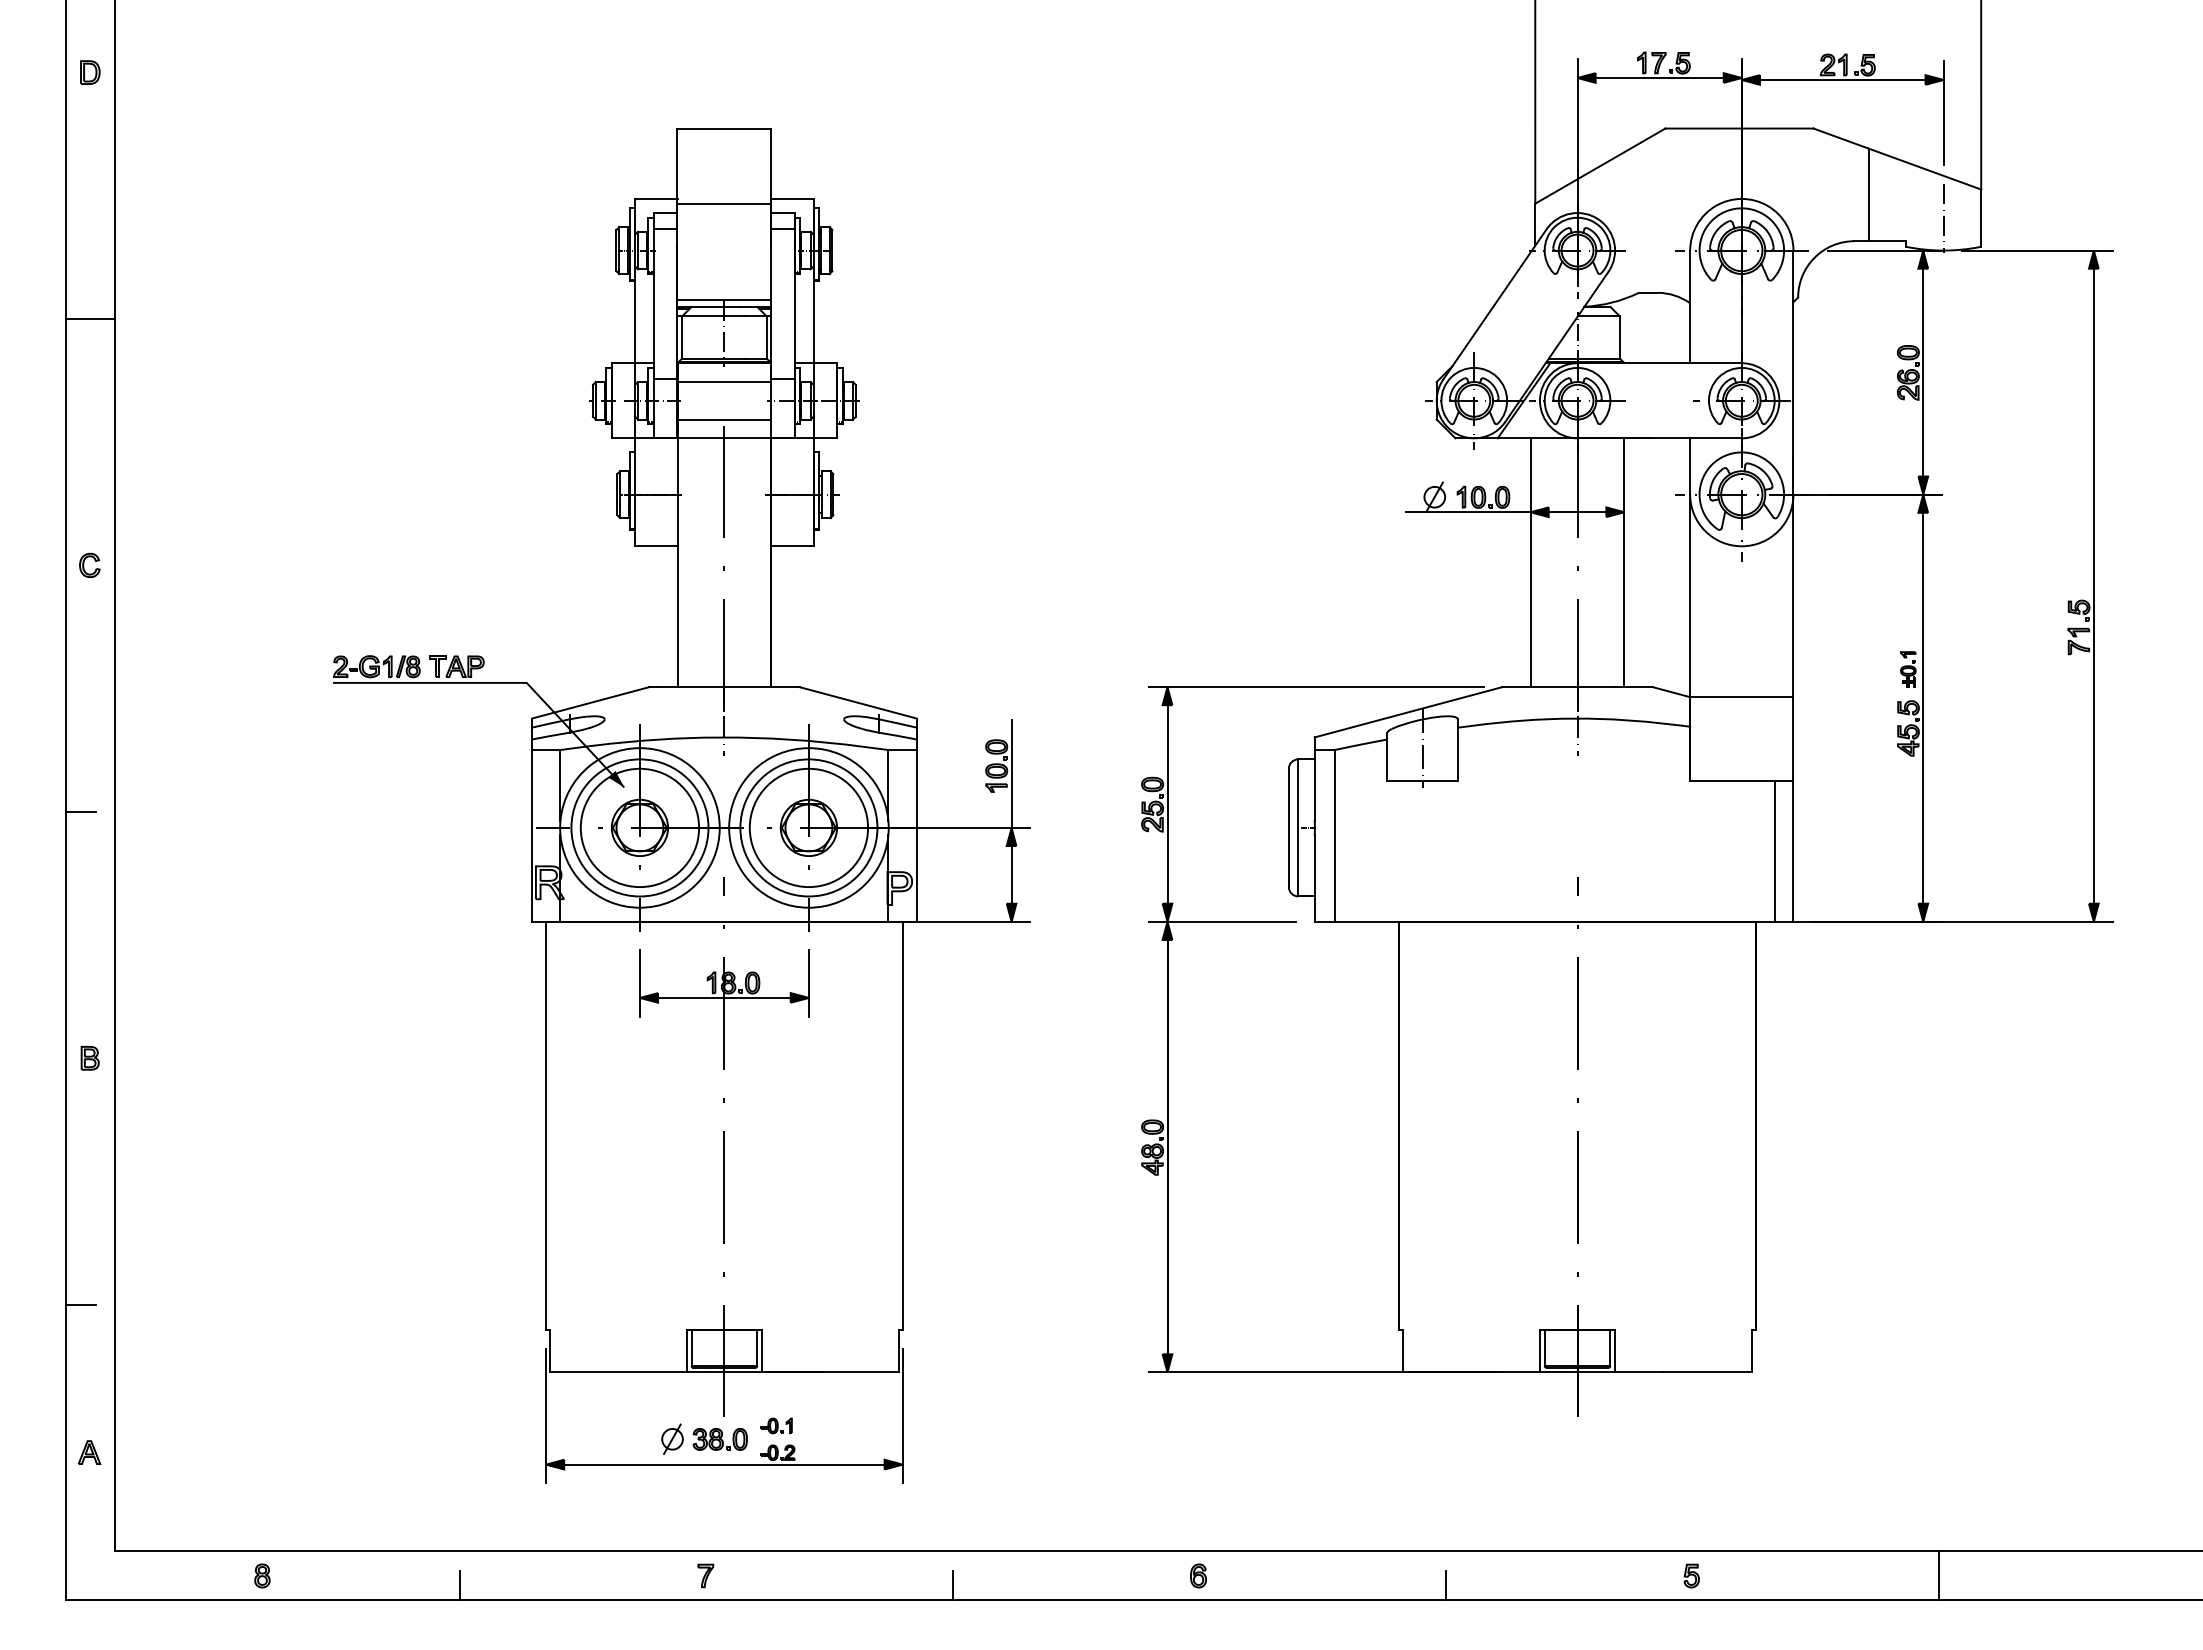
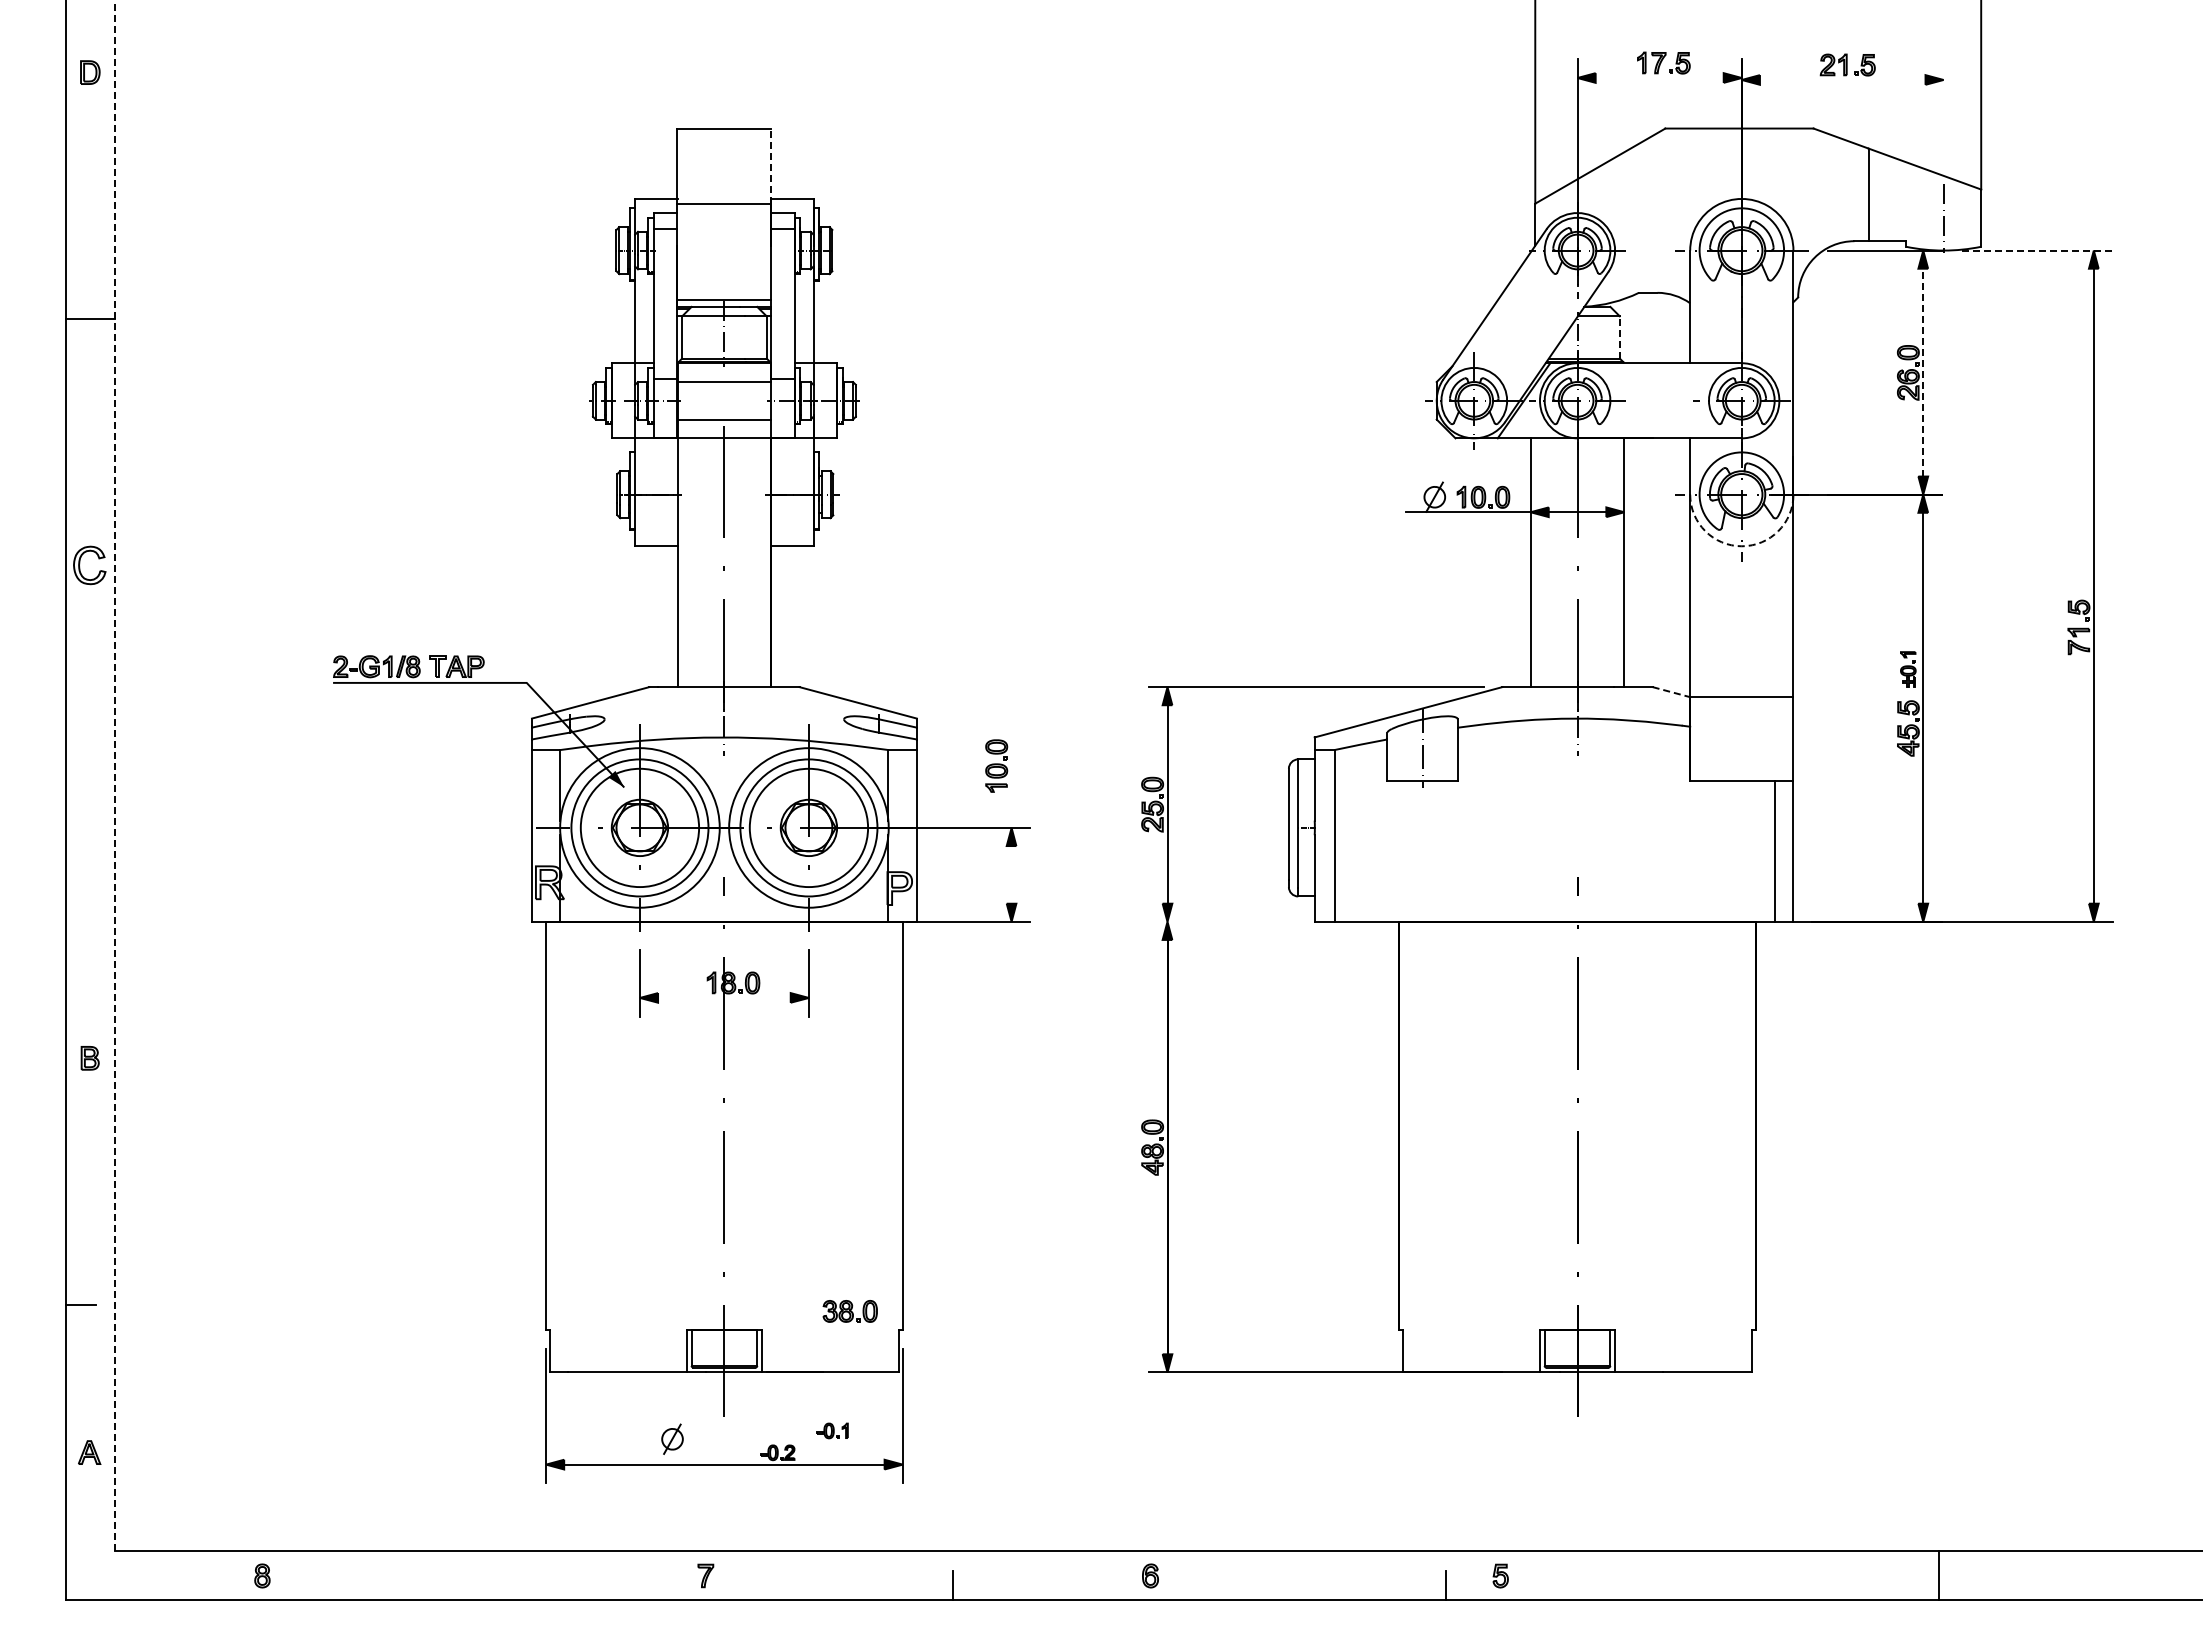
line at (1659, 78): present -> none
line at (1842, 79): present -> none
line at (1943, 113): present -> none
line at (771, 166): solid -> dashed
line at (2038, 250): solid -> dashed
line at (1619, 336): solid -> dashed
line at (1923, 372): solid -> dashed
arc at (1741, 546): solid -> dashed
part at (89, 565) size: 22x27 px -> 34x41 px
line at (1671, 692): solid -> dashed
line at (1011, 773): present -> none
line at (115, 775): solid -> dashed
line at (80, 811): present -> none
line at (1011, 874): present -> none
line at (1221, 921): present -> none
line at (724, 997): present -> none
part at (776, 1425) position: (776, 1425) -> (832, 1430)
part at (719, 1439) position: (719, 1439) -> (849, 1311)
part at (1198, 1575) position: (1198, 1575) -> (1150, 1575)
part at (1691, 1575) position: (1691, 1575) -> (1500, 1575)
line at (460, 1585): present -> none
